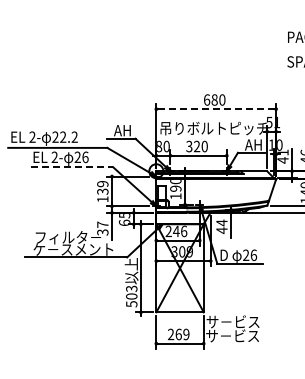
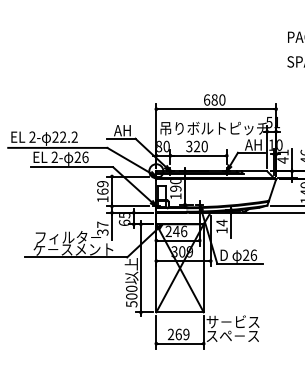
line at (216, 109): dashed -> solid
line at (72, 167): dashed -> solid
text at (102, 191): 139 -> 169
text at (221, 230): 44 -> 14
text at (131, 288): 503 -> 500
text at (225, 335): サ－ビス -> スペ－ス
